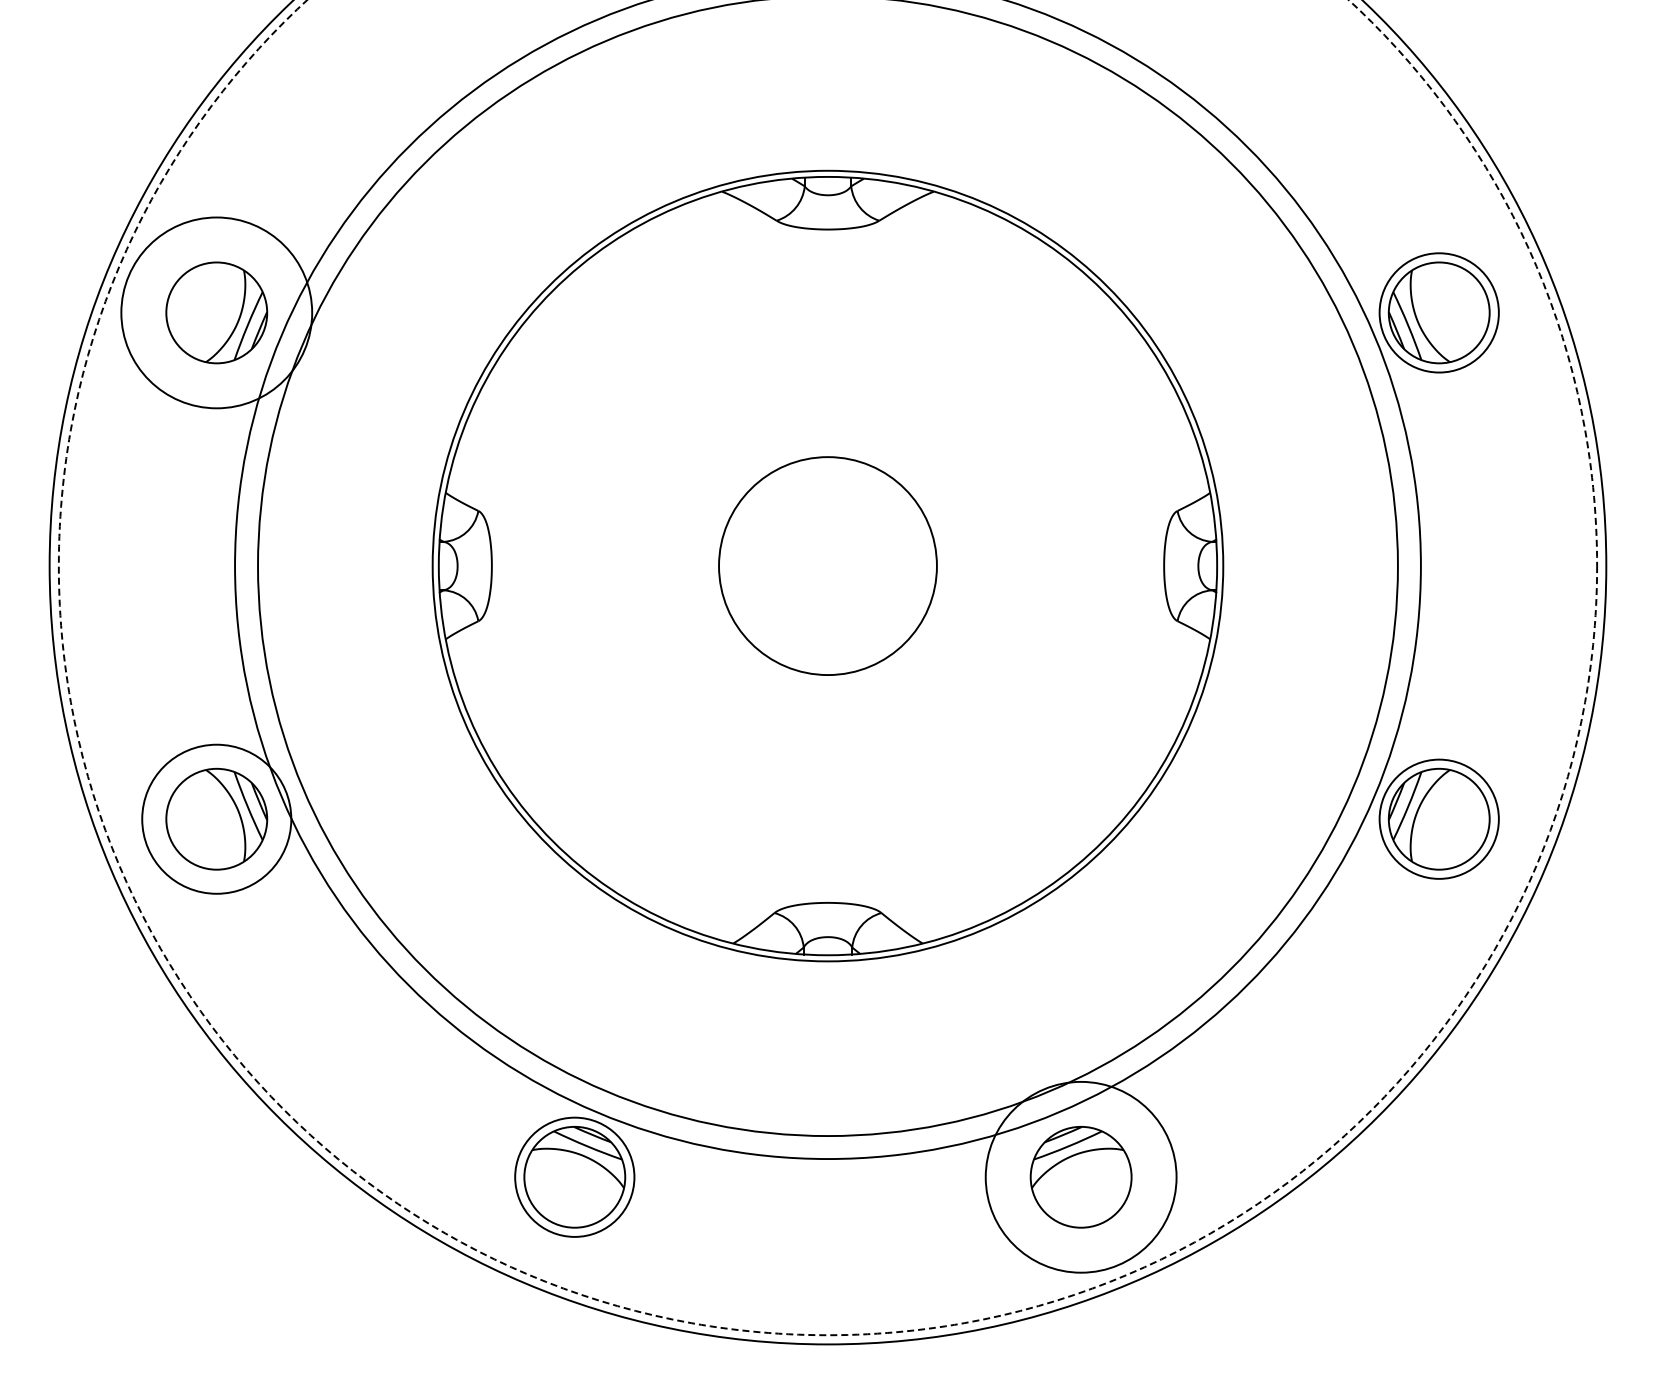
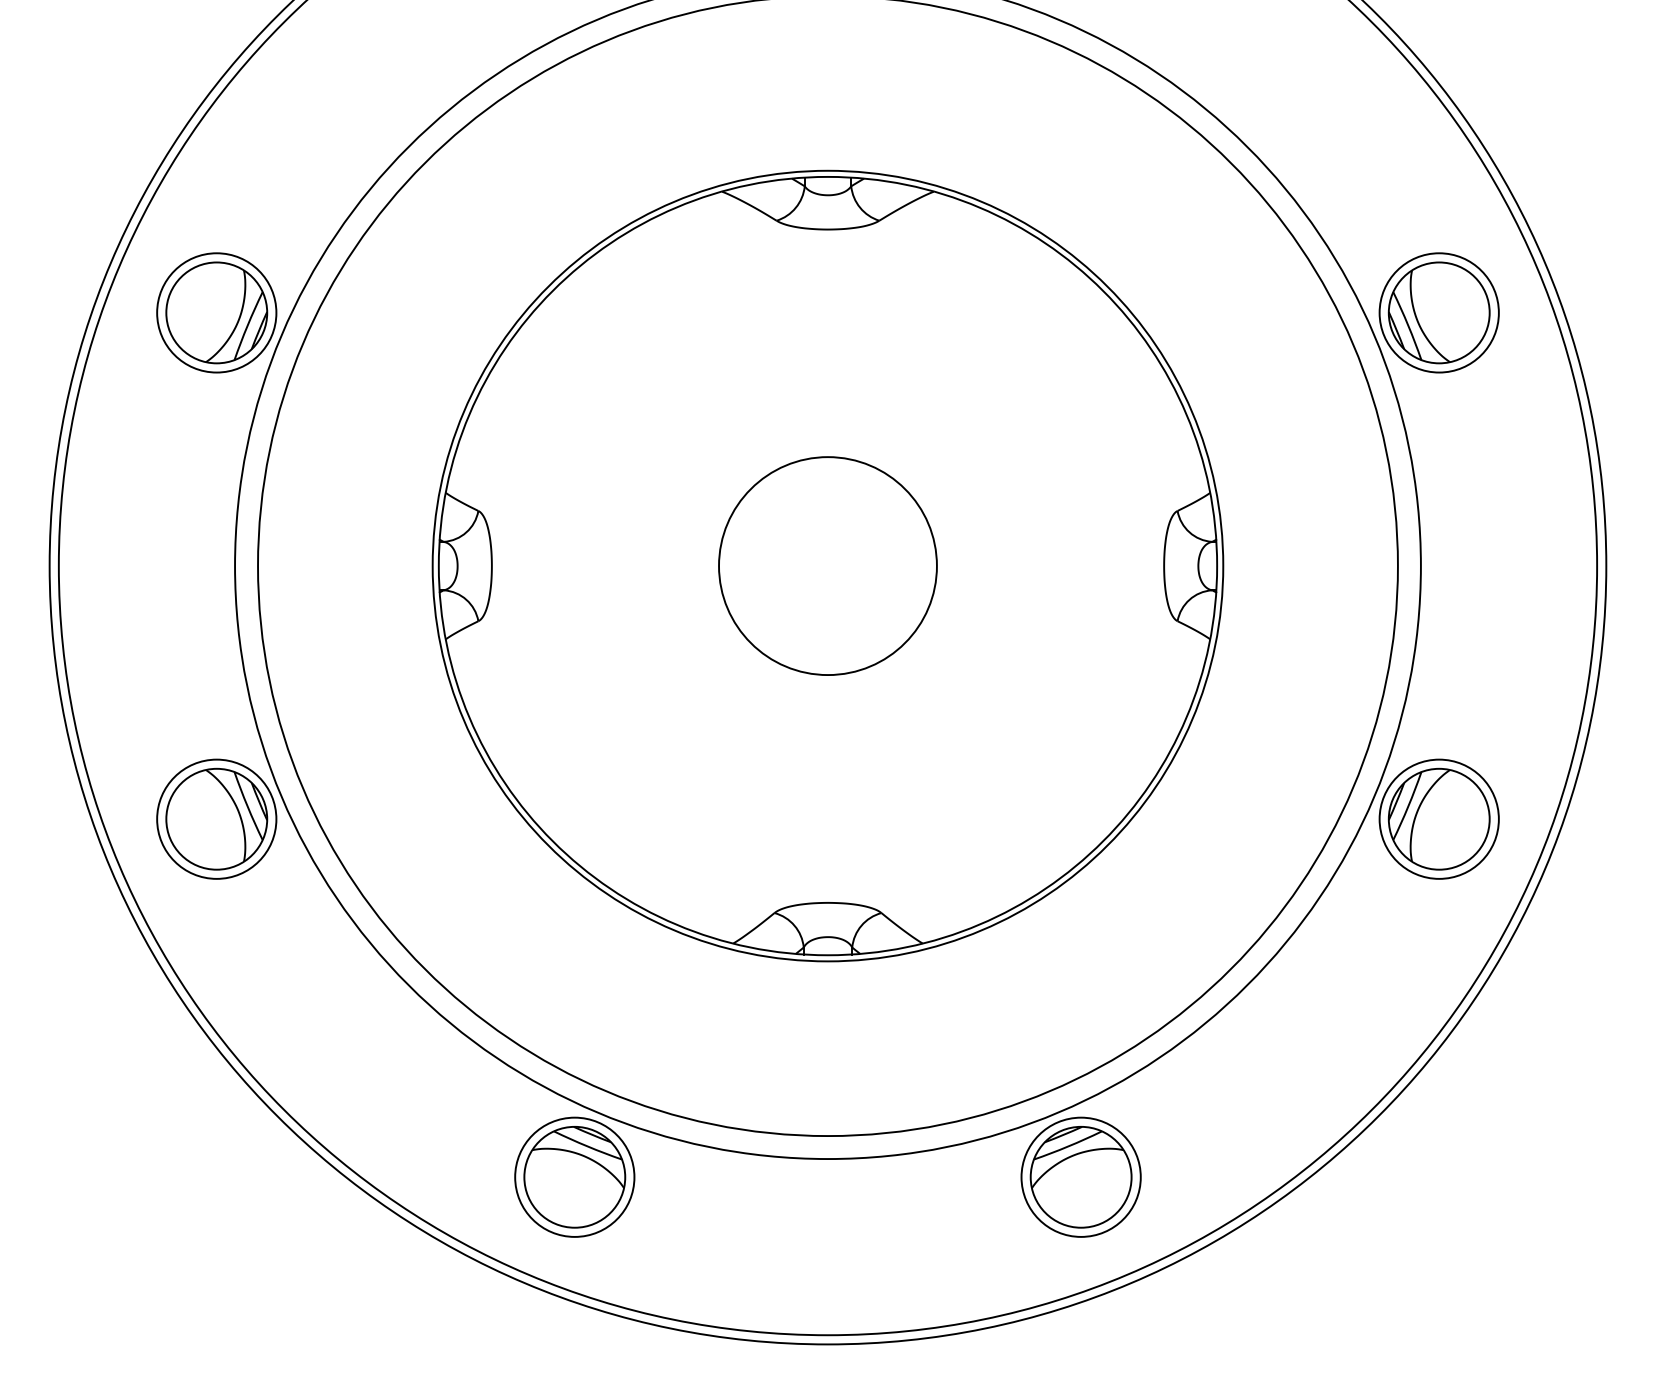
circle at (216, 312) diameter: 191 px -> 119 px
circle at (827, 667): dashed -> solid
circle at (216, 818) diameter: 149 px -> 119 px
circle at (1080, 1176) diameter: 191 px -> 119 px
